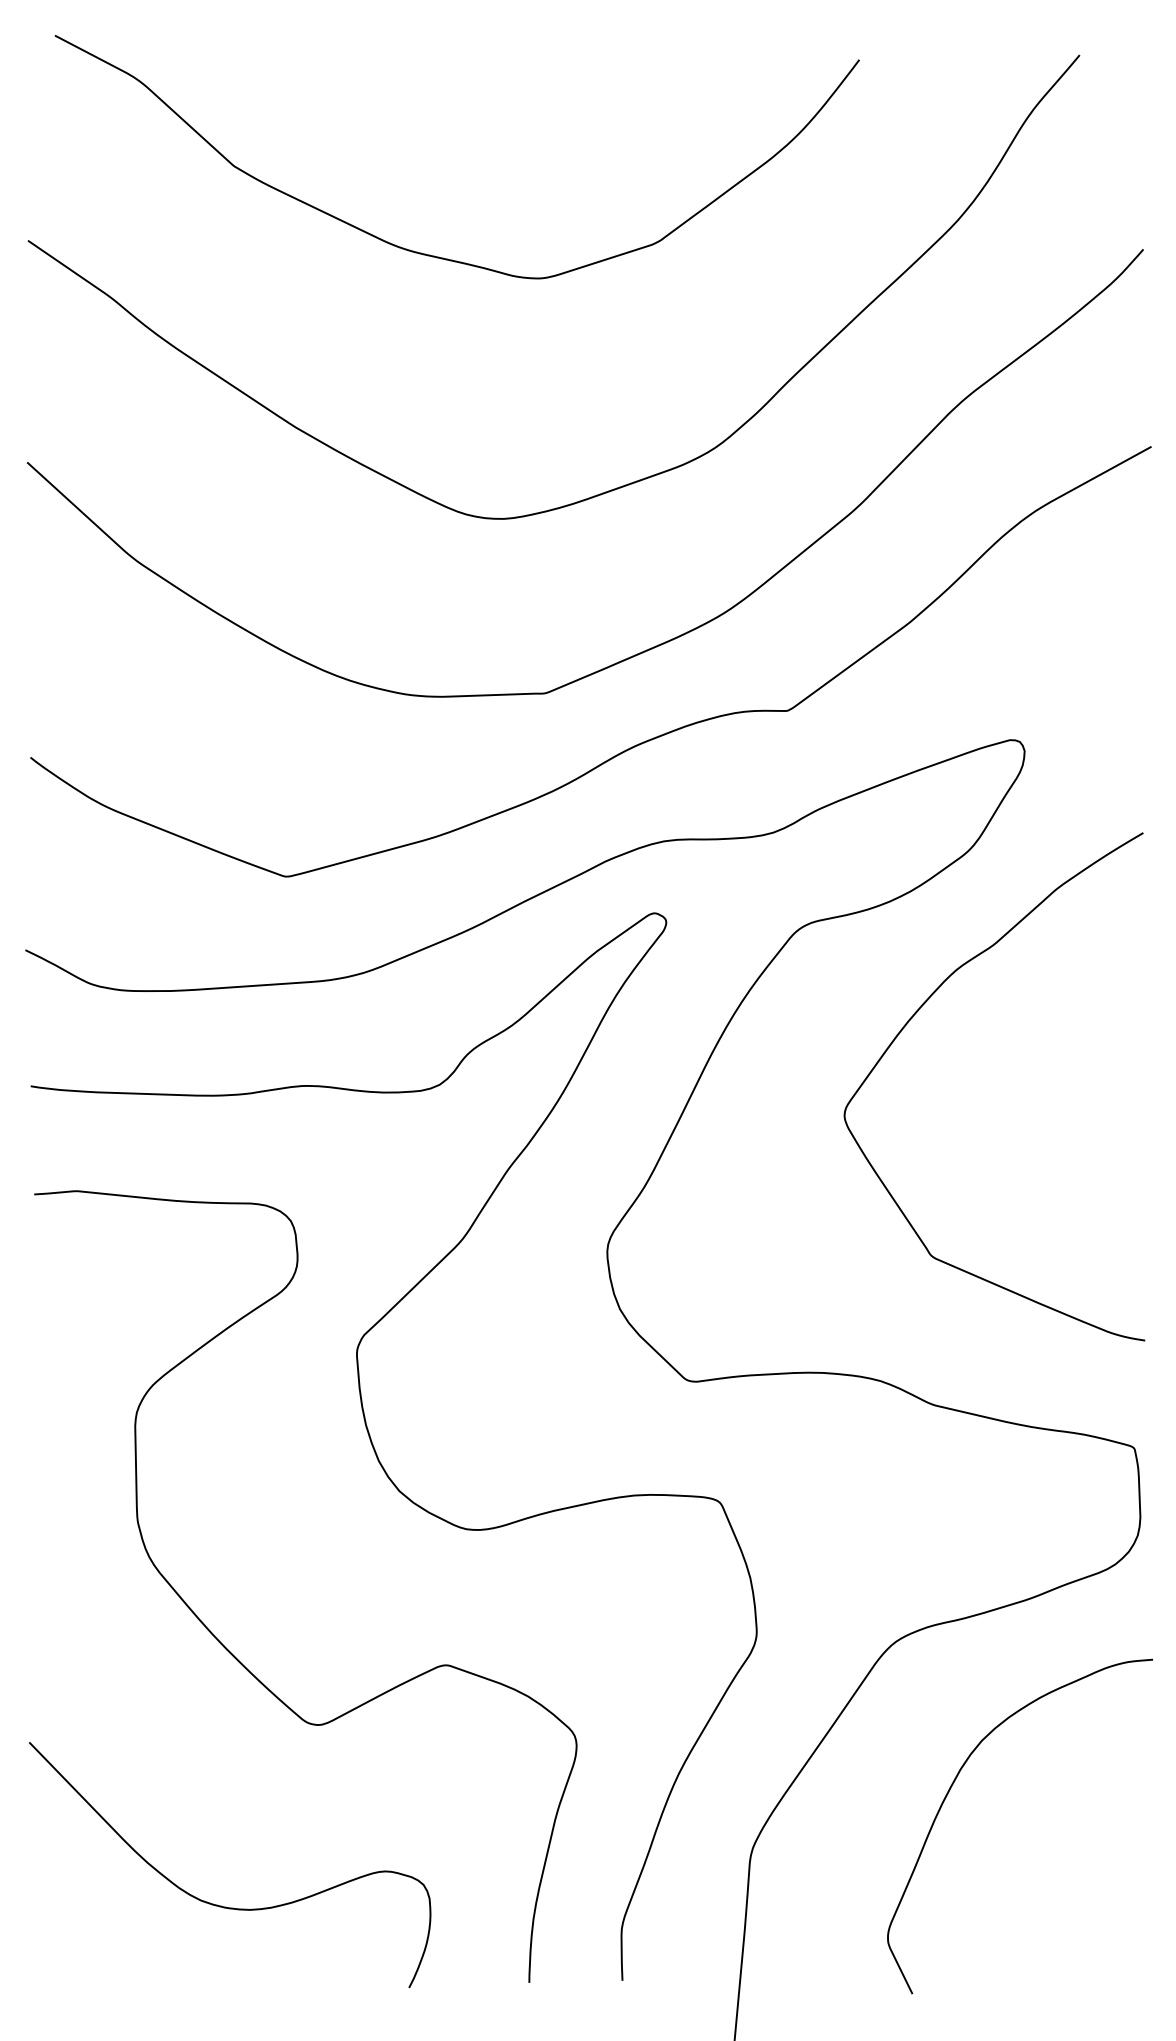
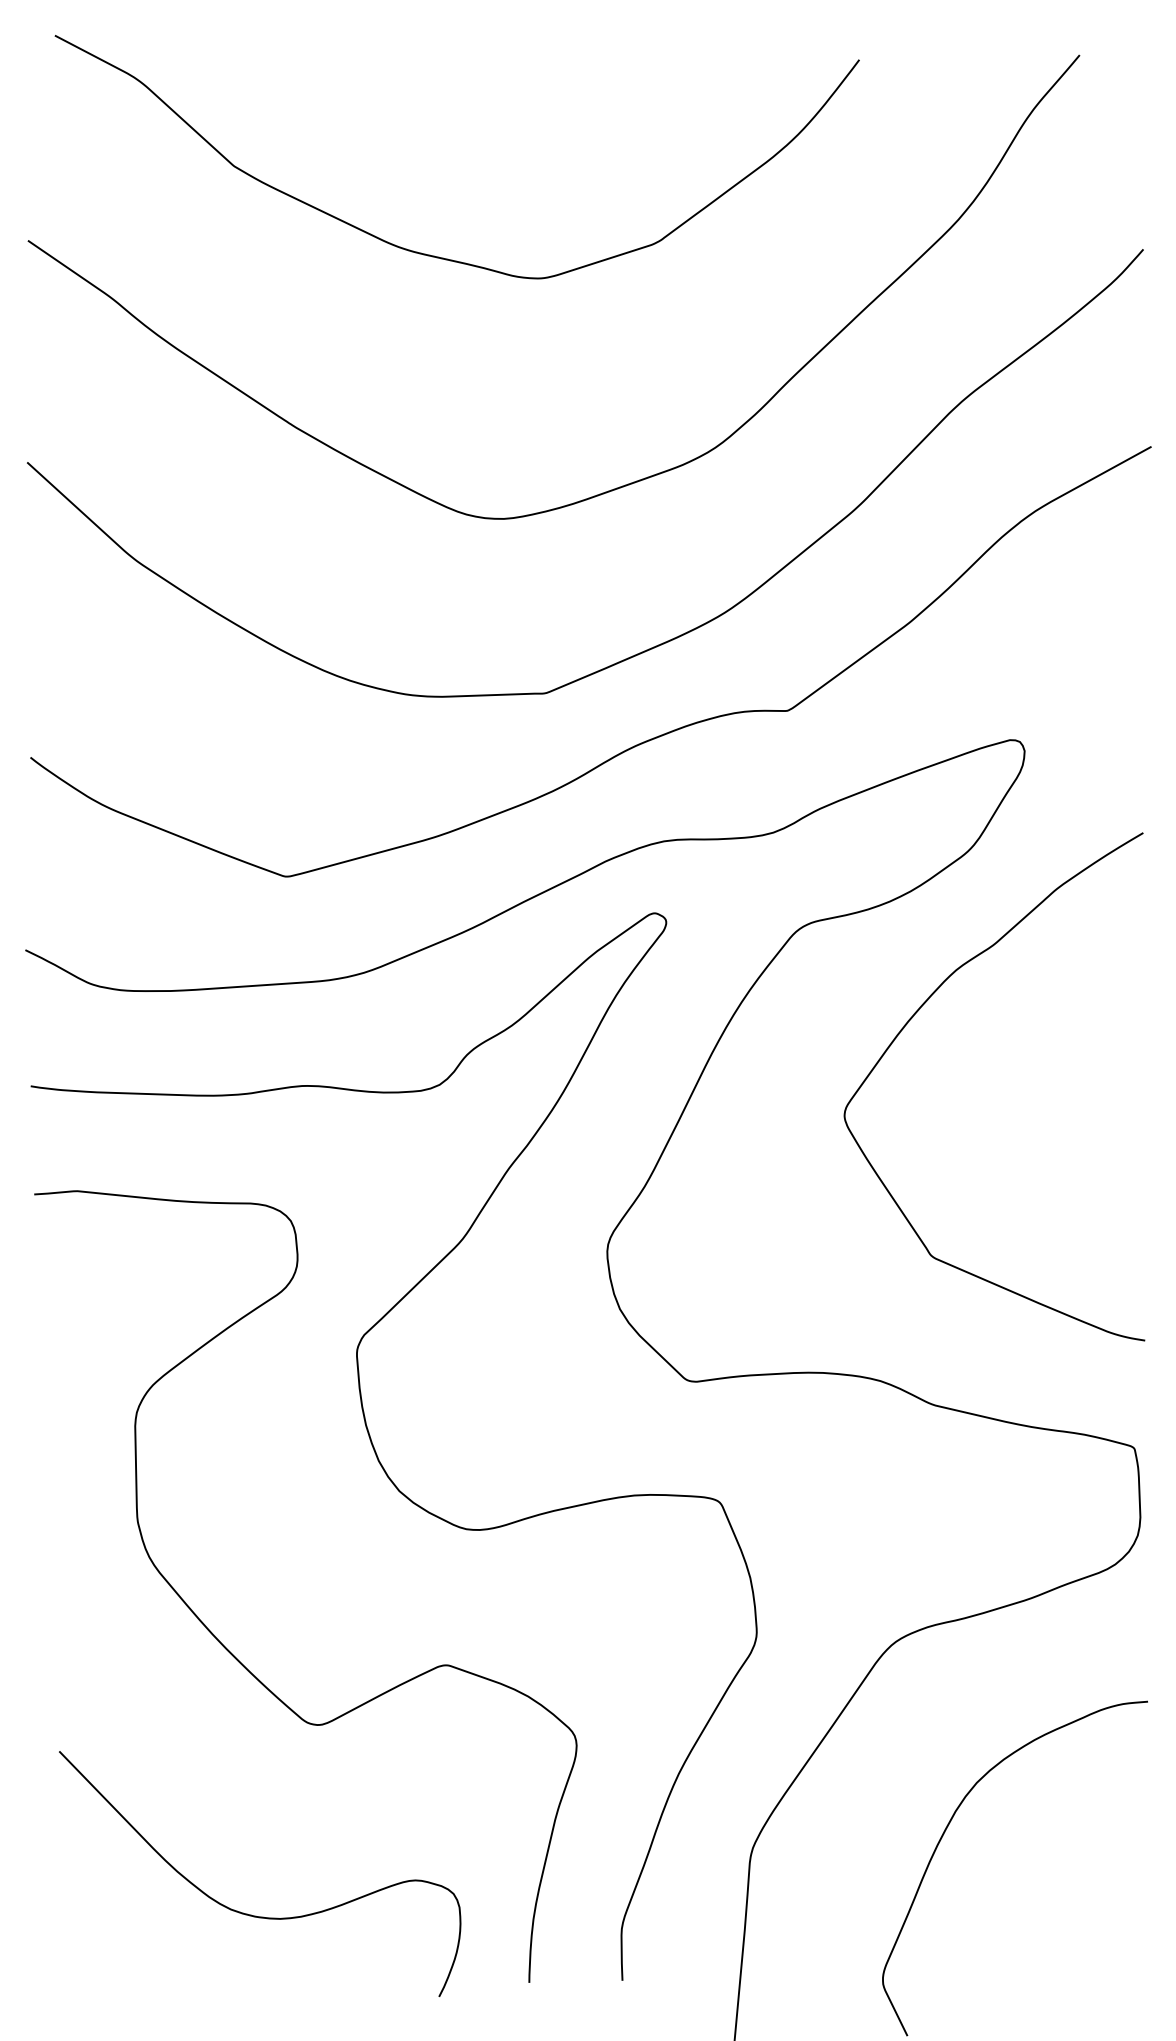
curve at (949, 1792) position: (949, 1792) -> (944, 1834)
curve at (221, 1905) position: (221, 1905) -> (251, 1914)
